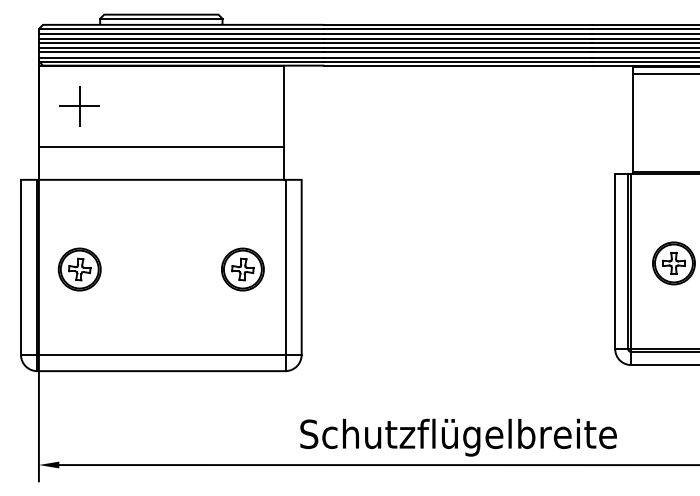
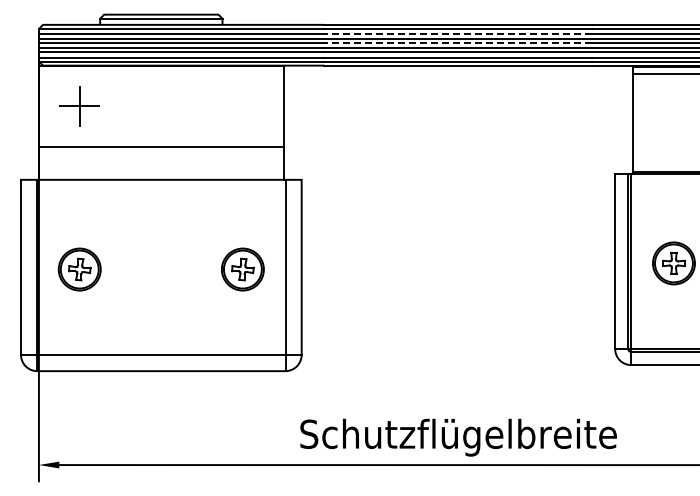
line at (458, 33): solid -> dashed
line at (458, 43): solid -> dashed
